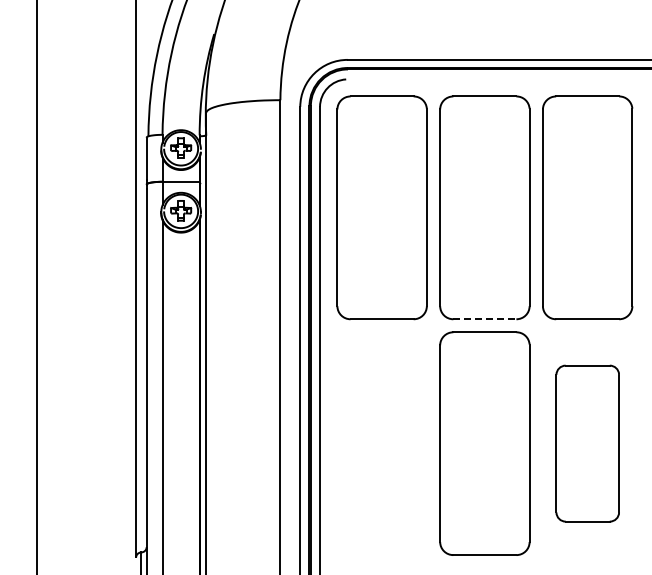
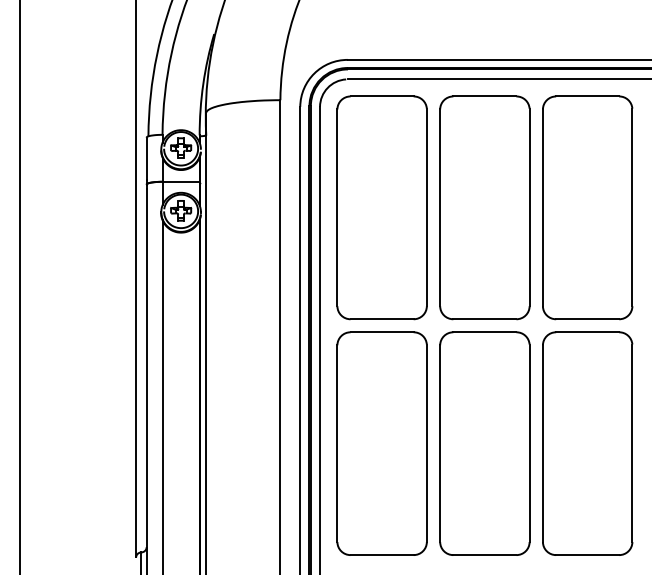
line at (497, 79): none -> present
line at (36, 286) position: (36, 286) -> (19, 286)
line at (484, 319): dashed -> solid
part at (381, 443): none -> present
part at (587, 443) size: 65x159 px -> 92x225 px
